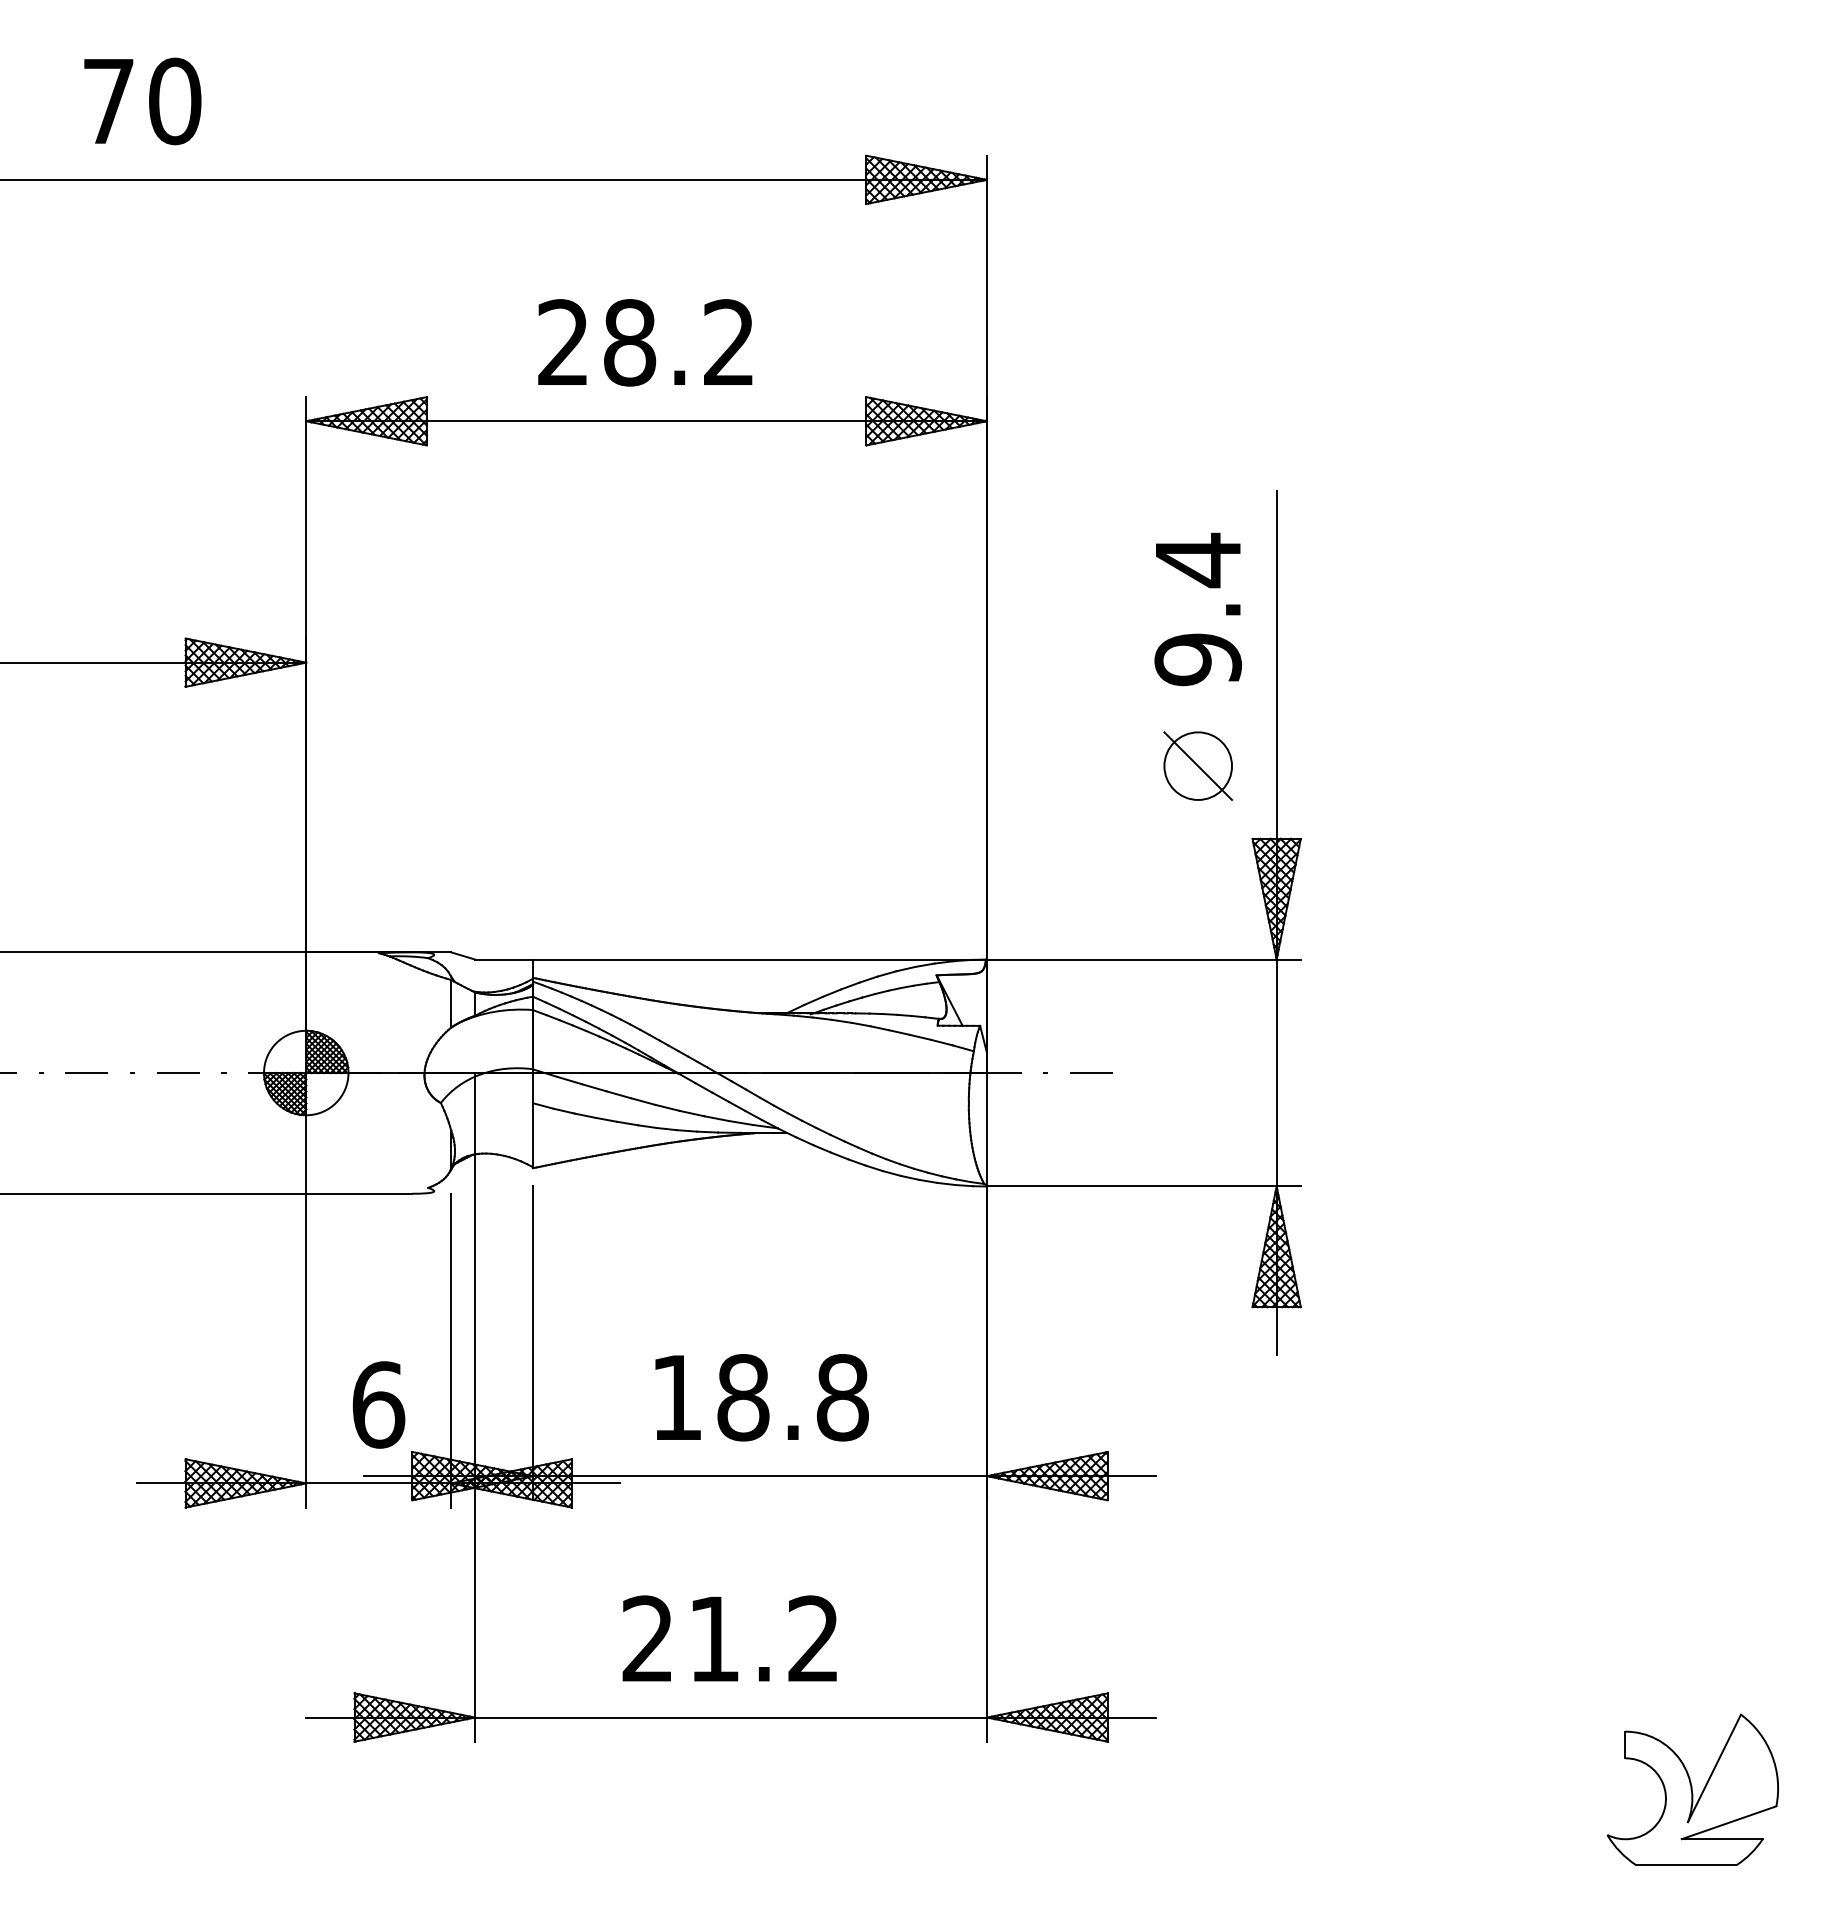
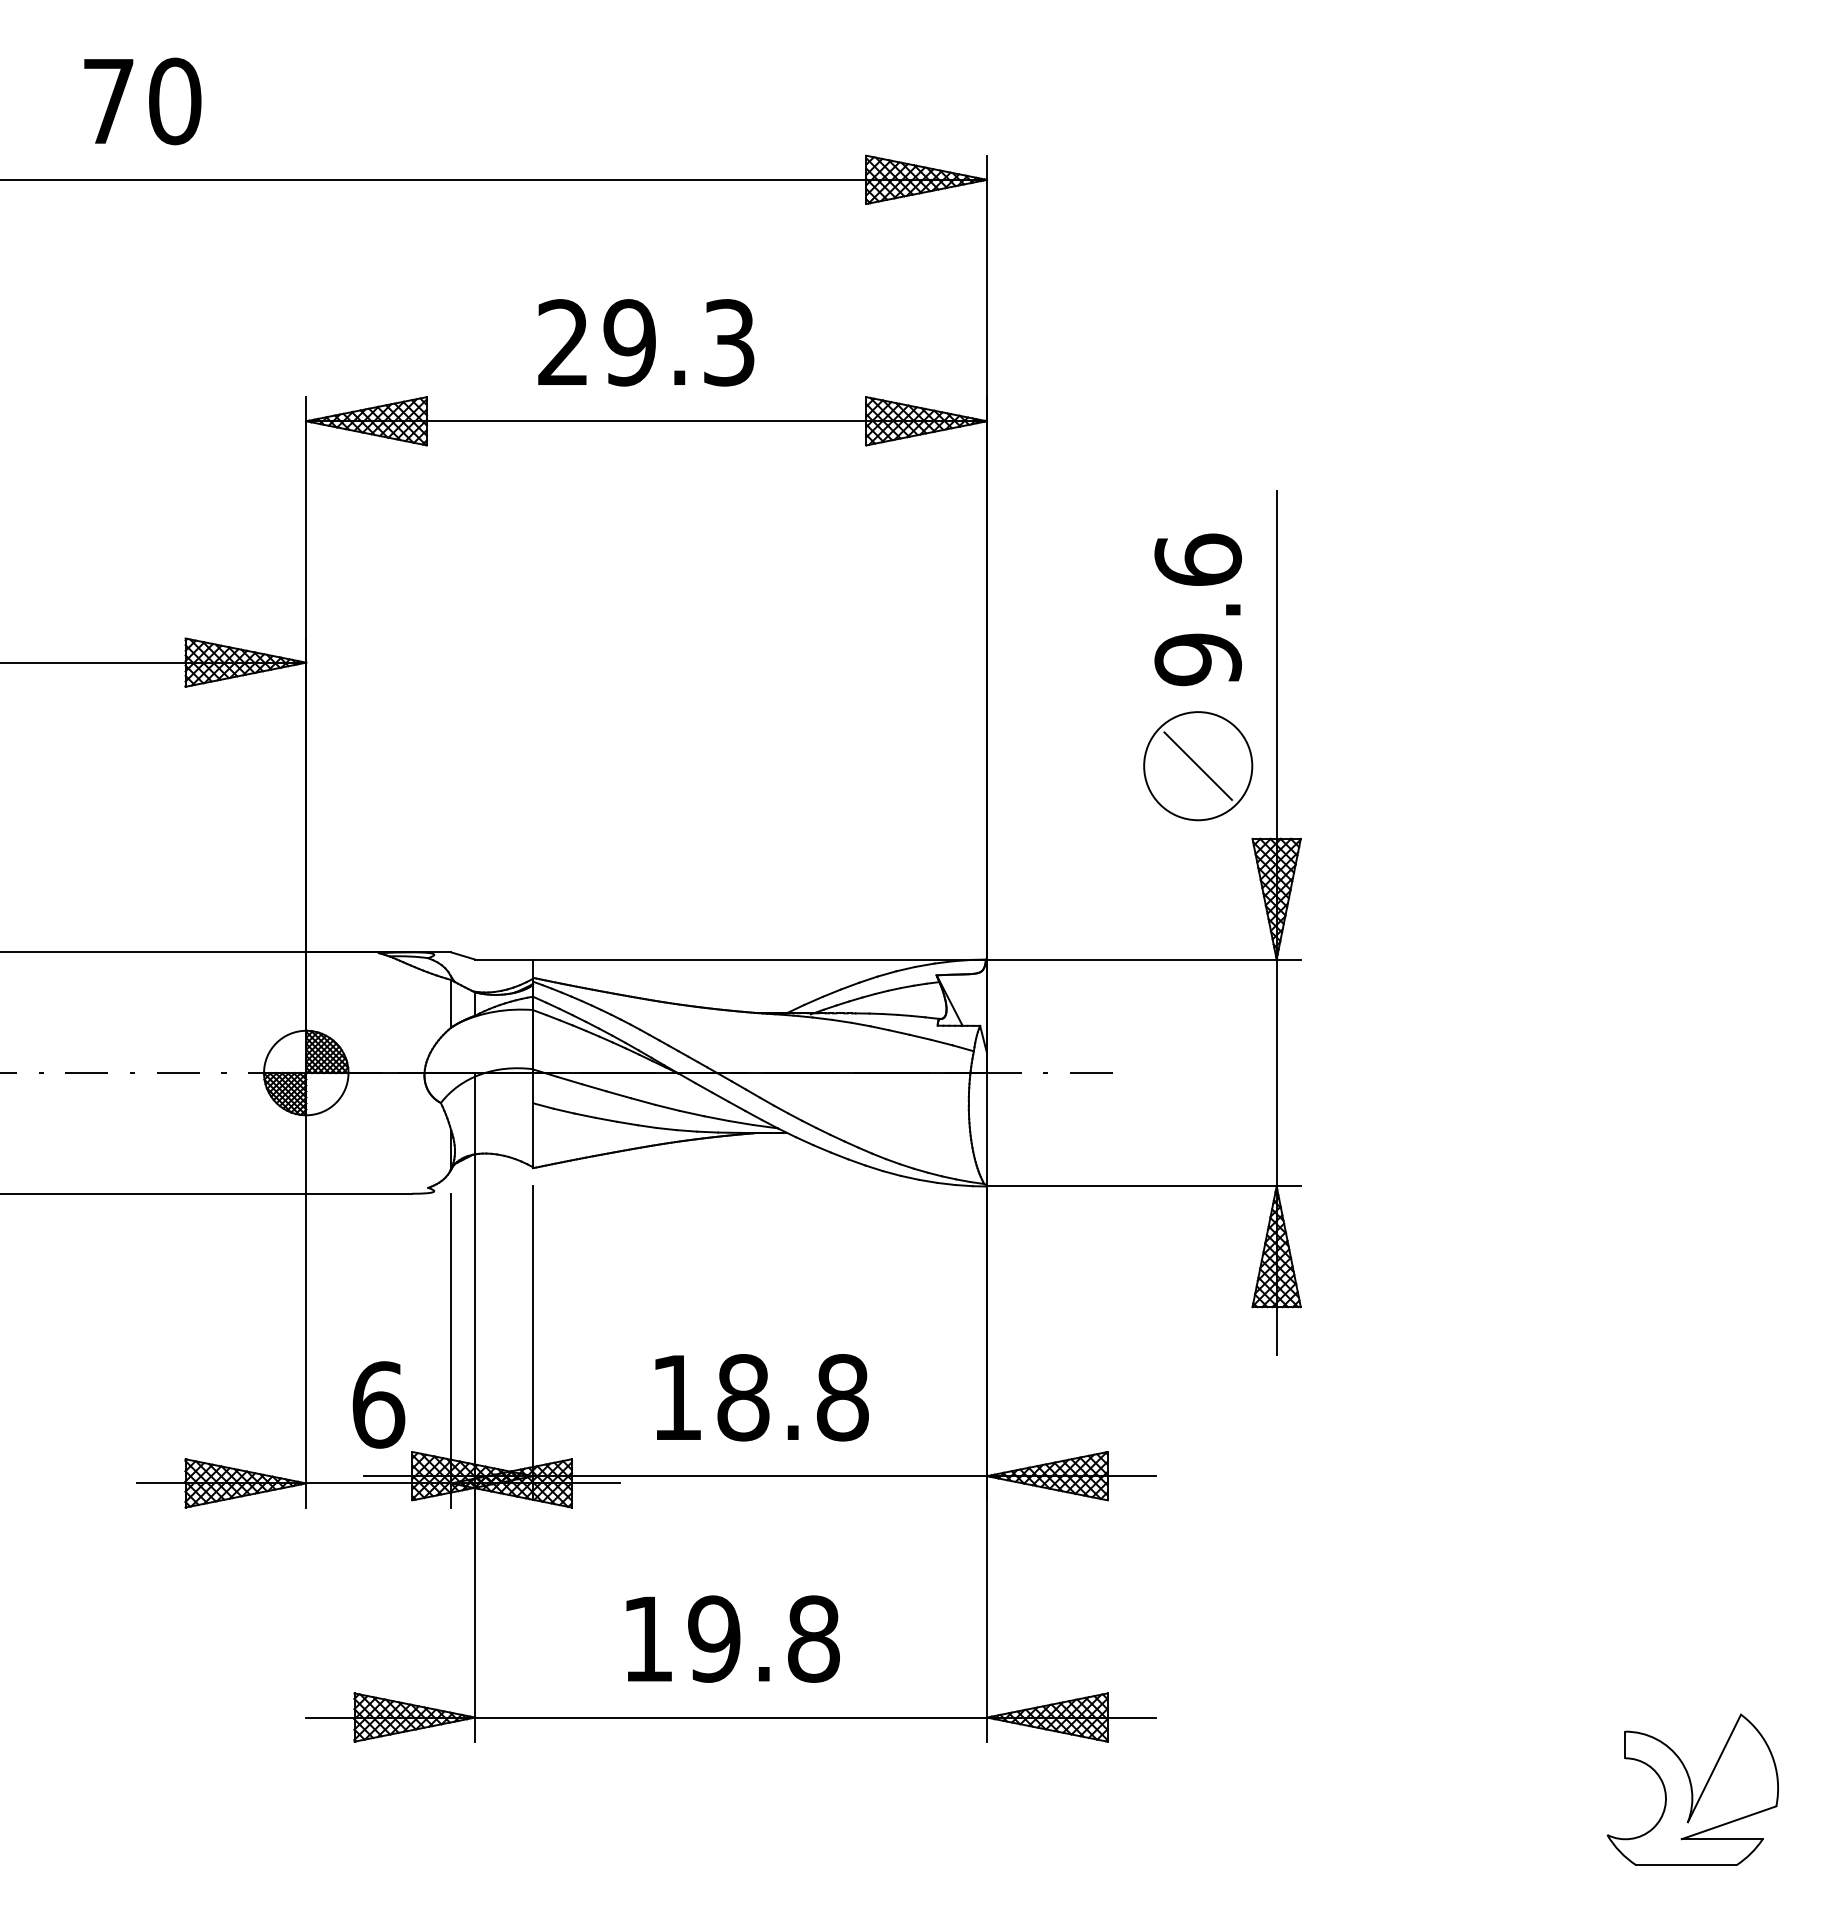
text at (678, 342): 28.2 -> 29.3
text at (1197, 560): 9.4 -> 9.6
circle at (1198, 765) diameter: 68 px -> 108 px
text at (730, 1638): 21.2 -> 19.8
